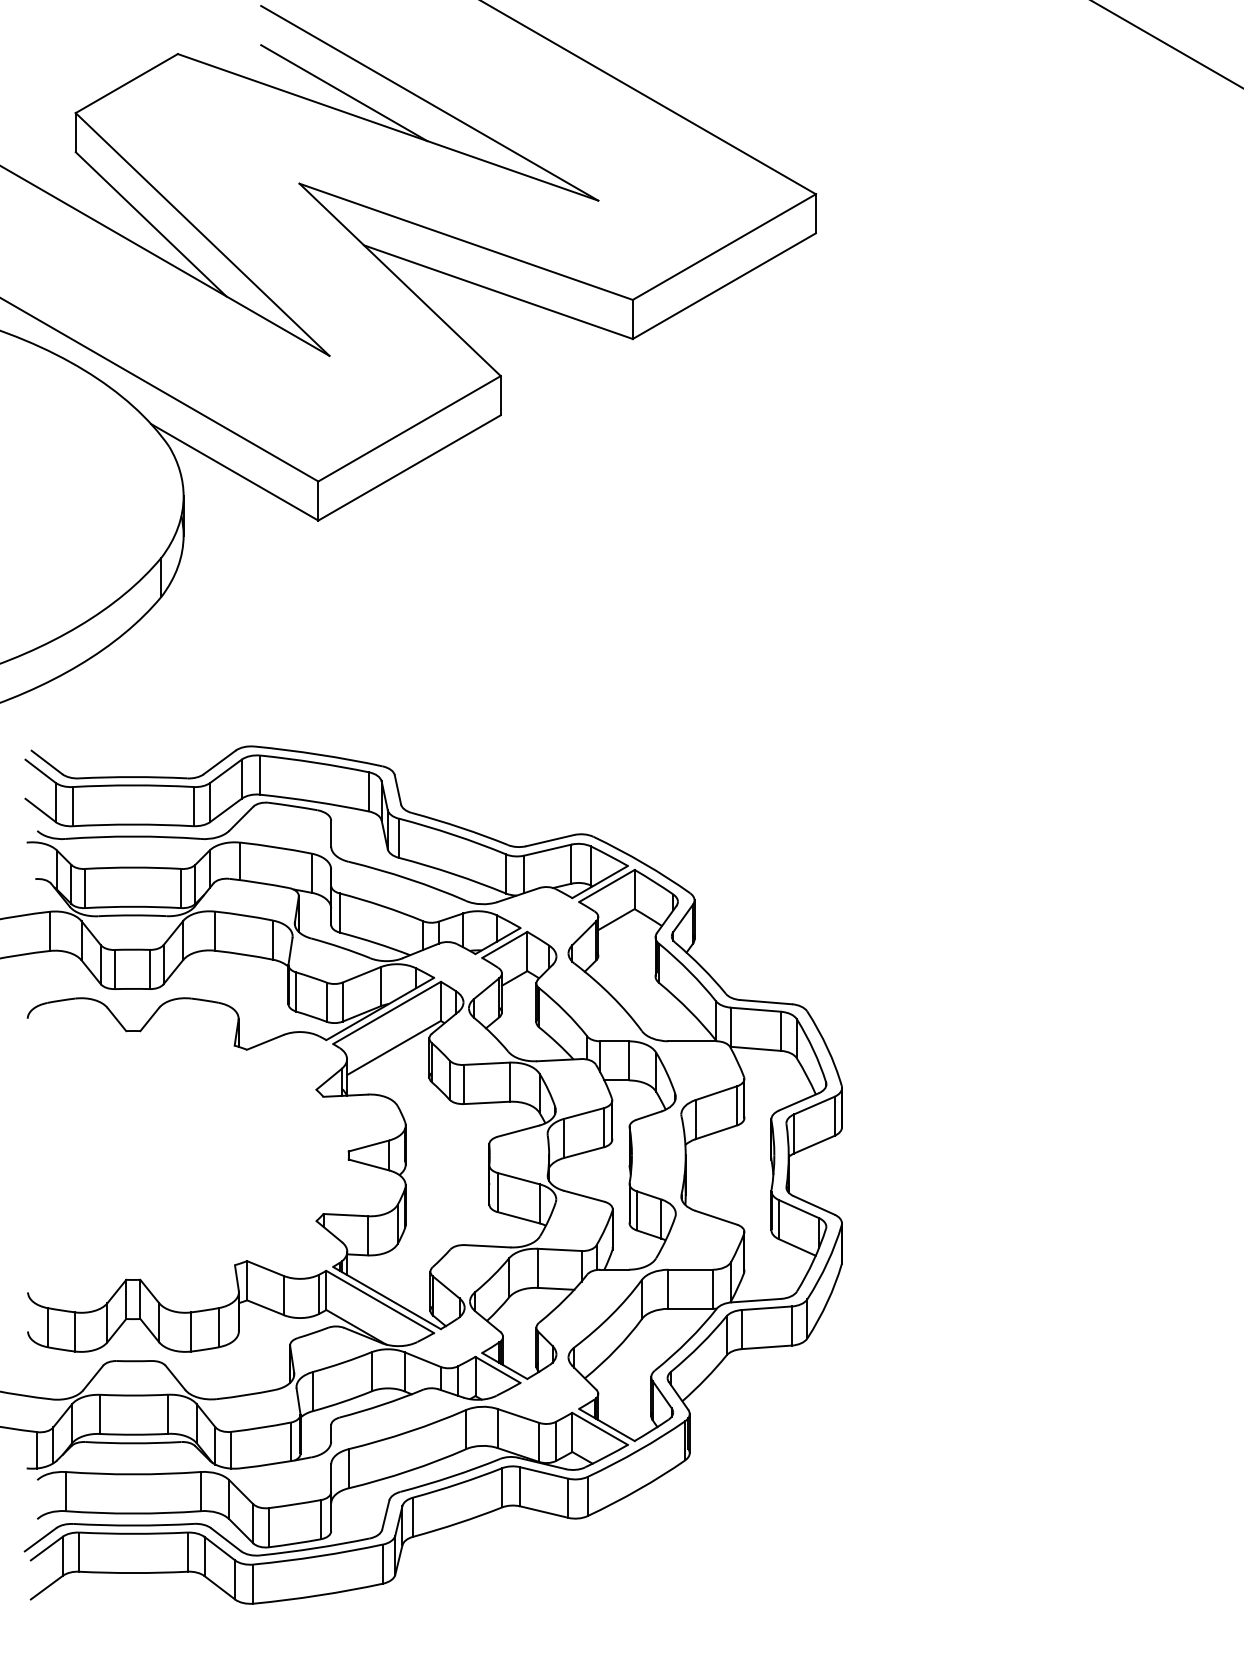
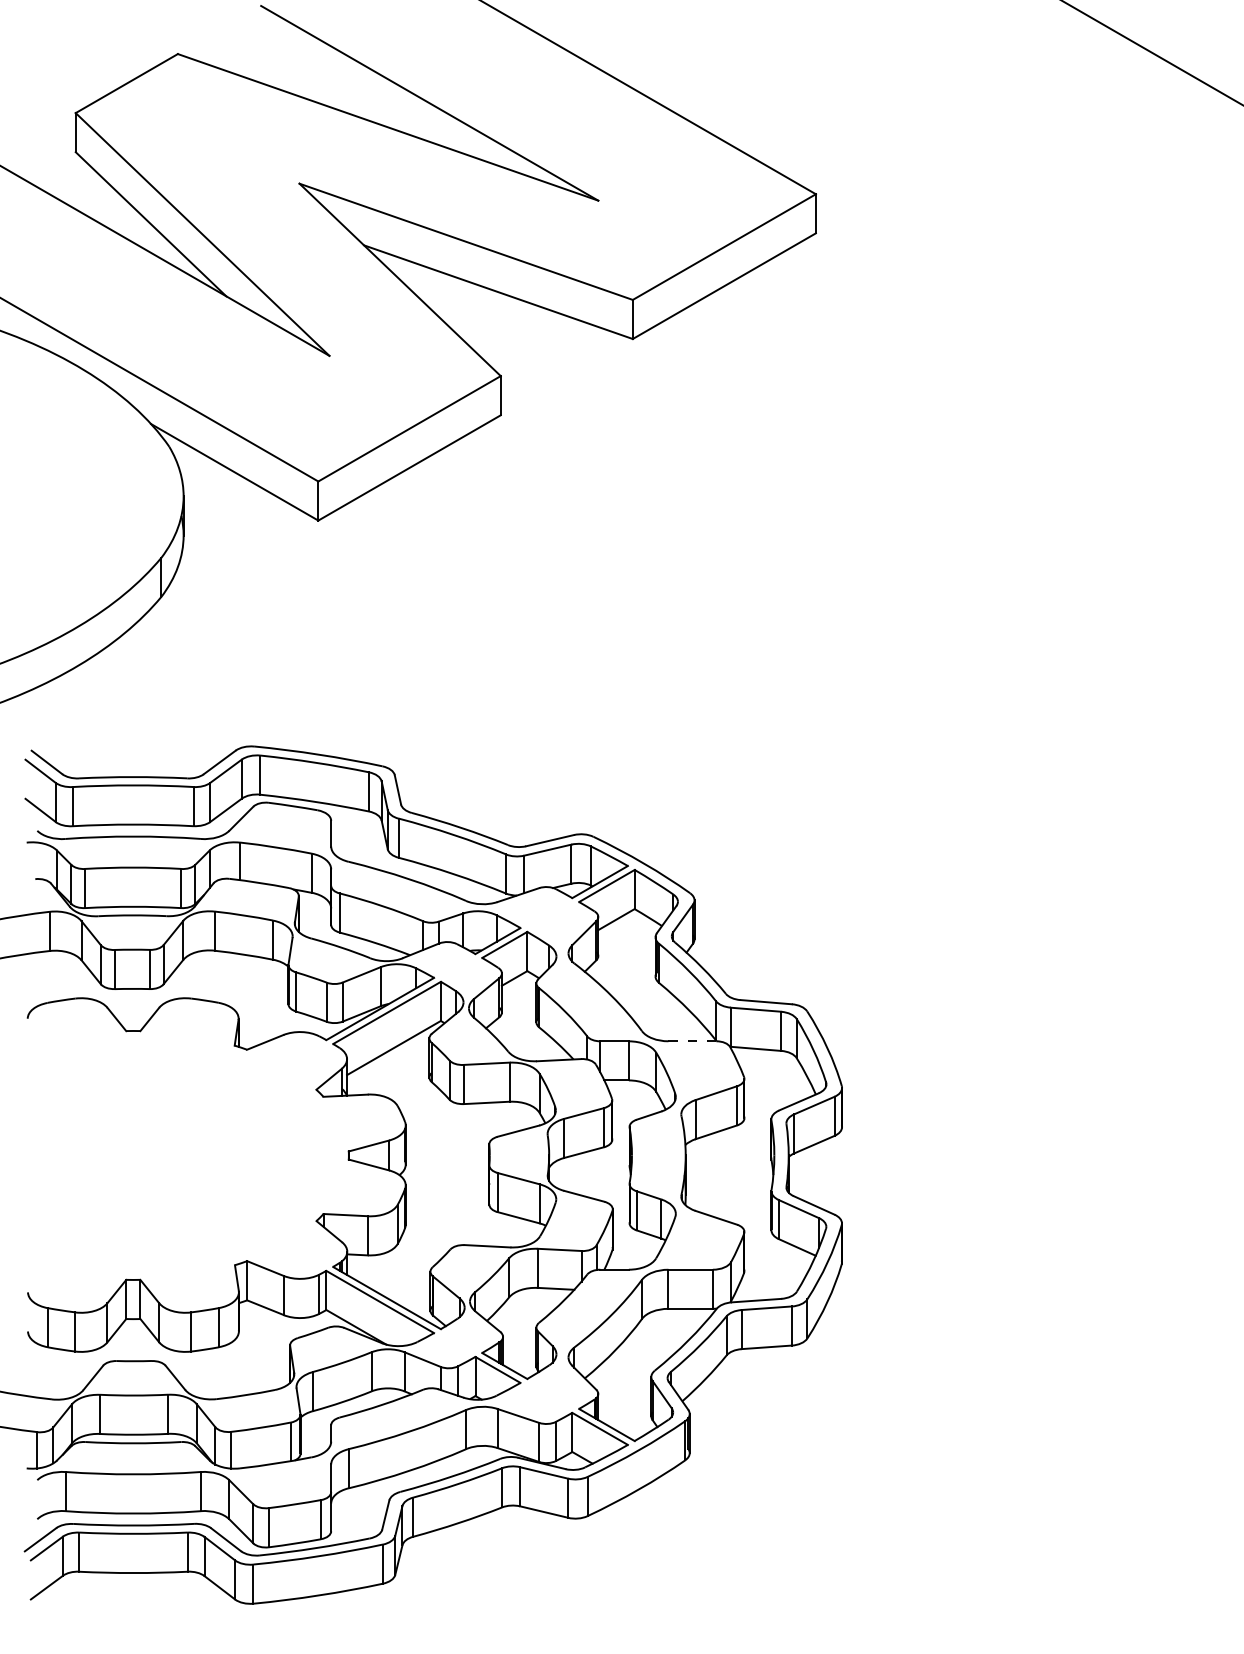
line at (1166, 44) position: (1166, 44) -> (1152, 53)
line at (344, 93): present -> none
line at (692, 1041): solid -> dashed
